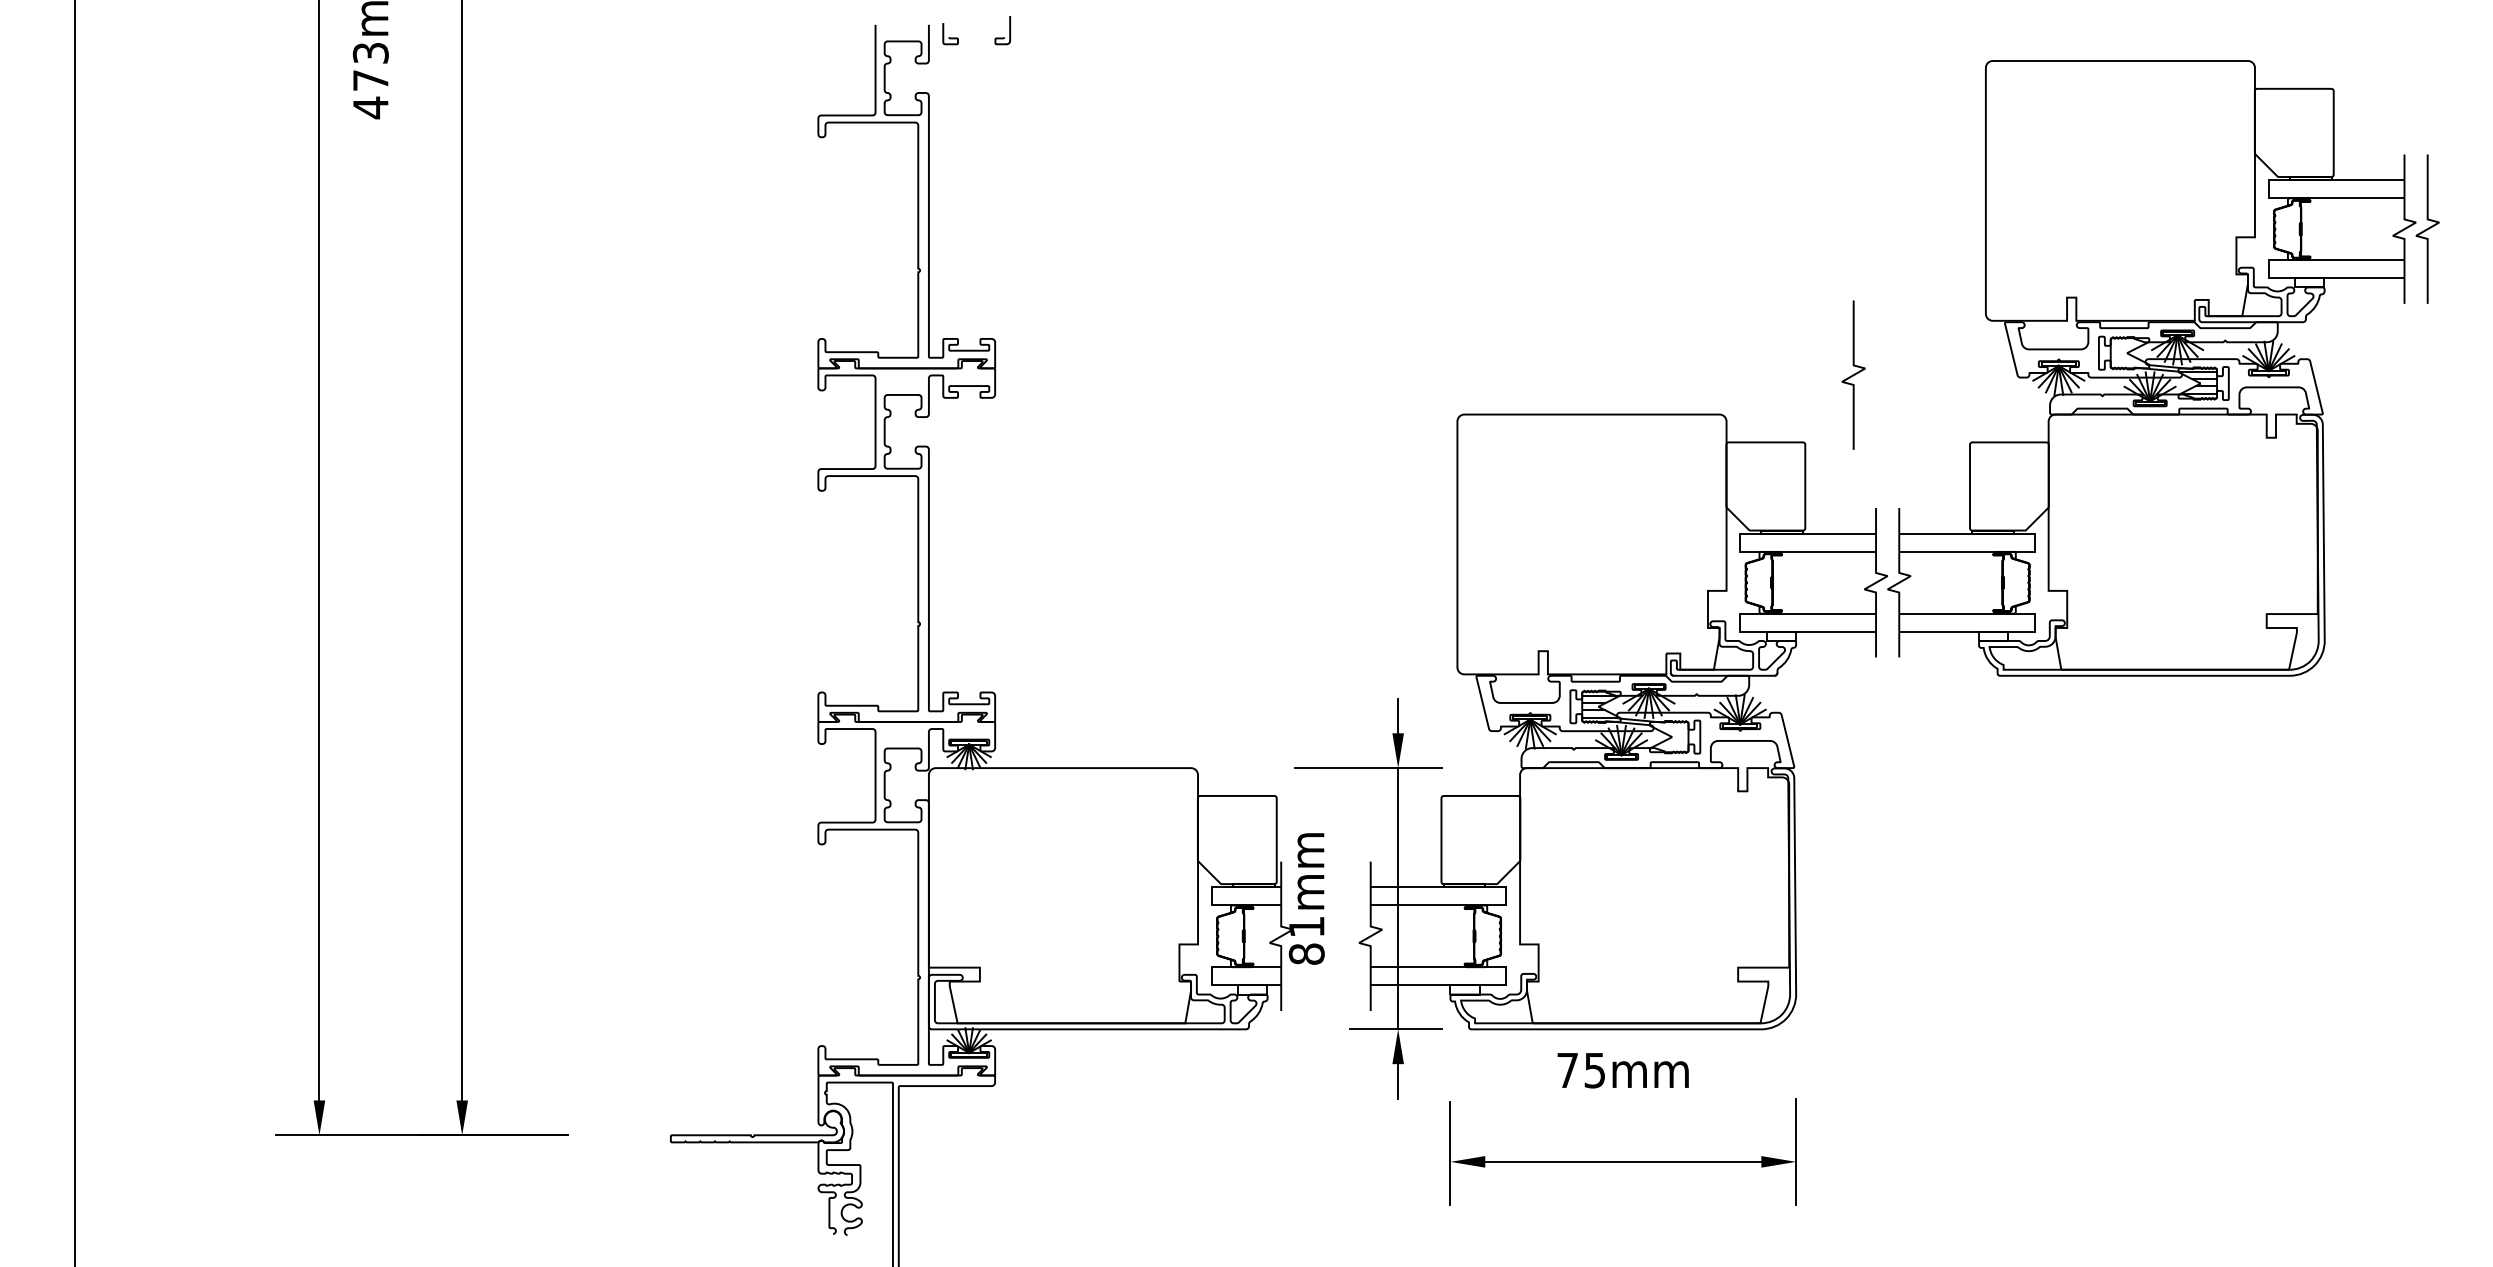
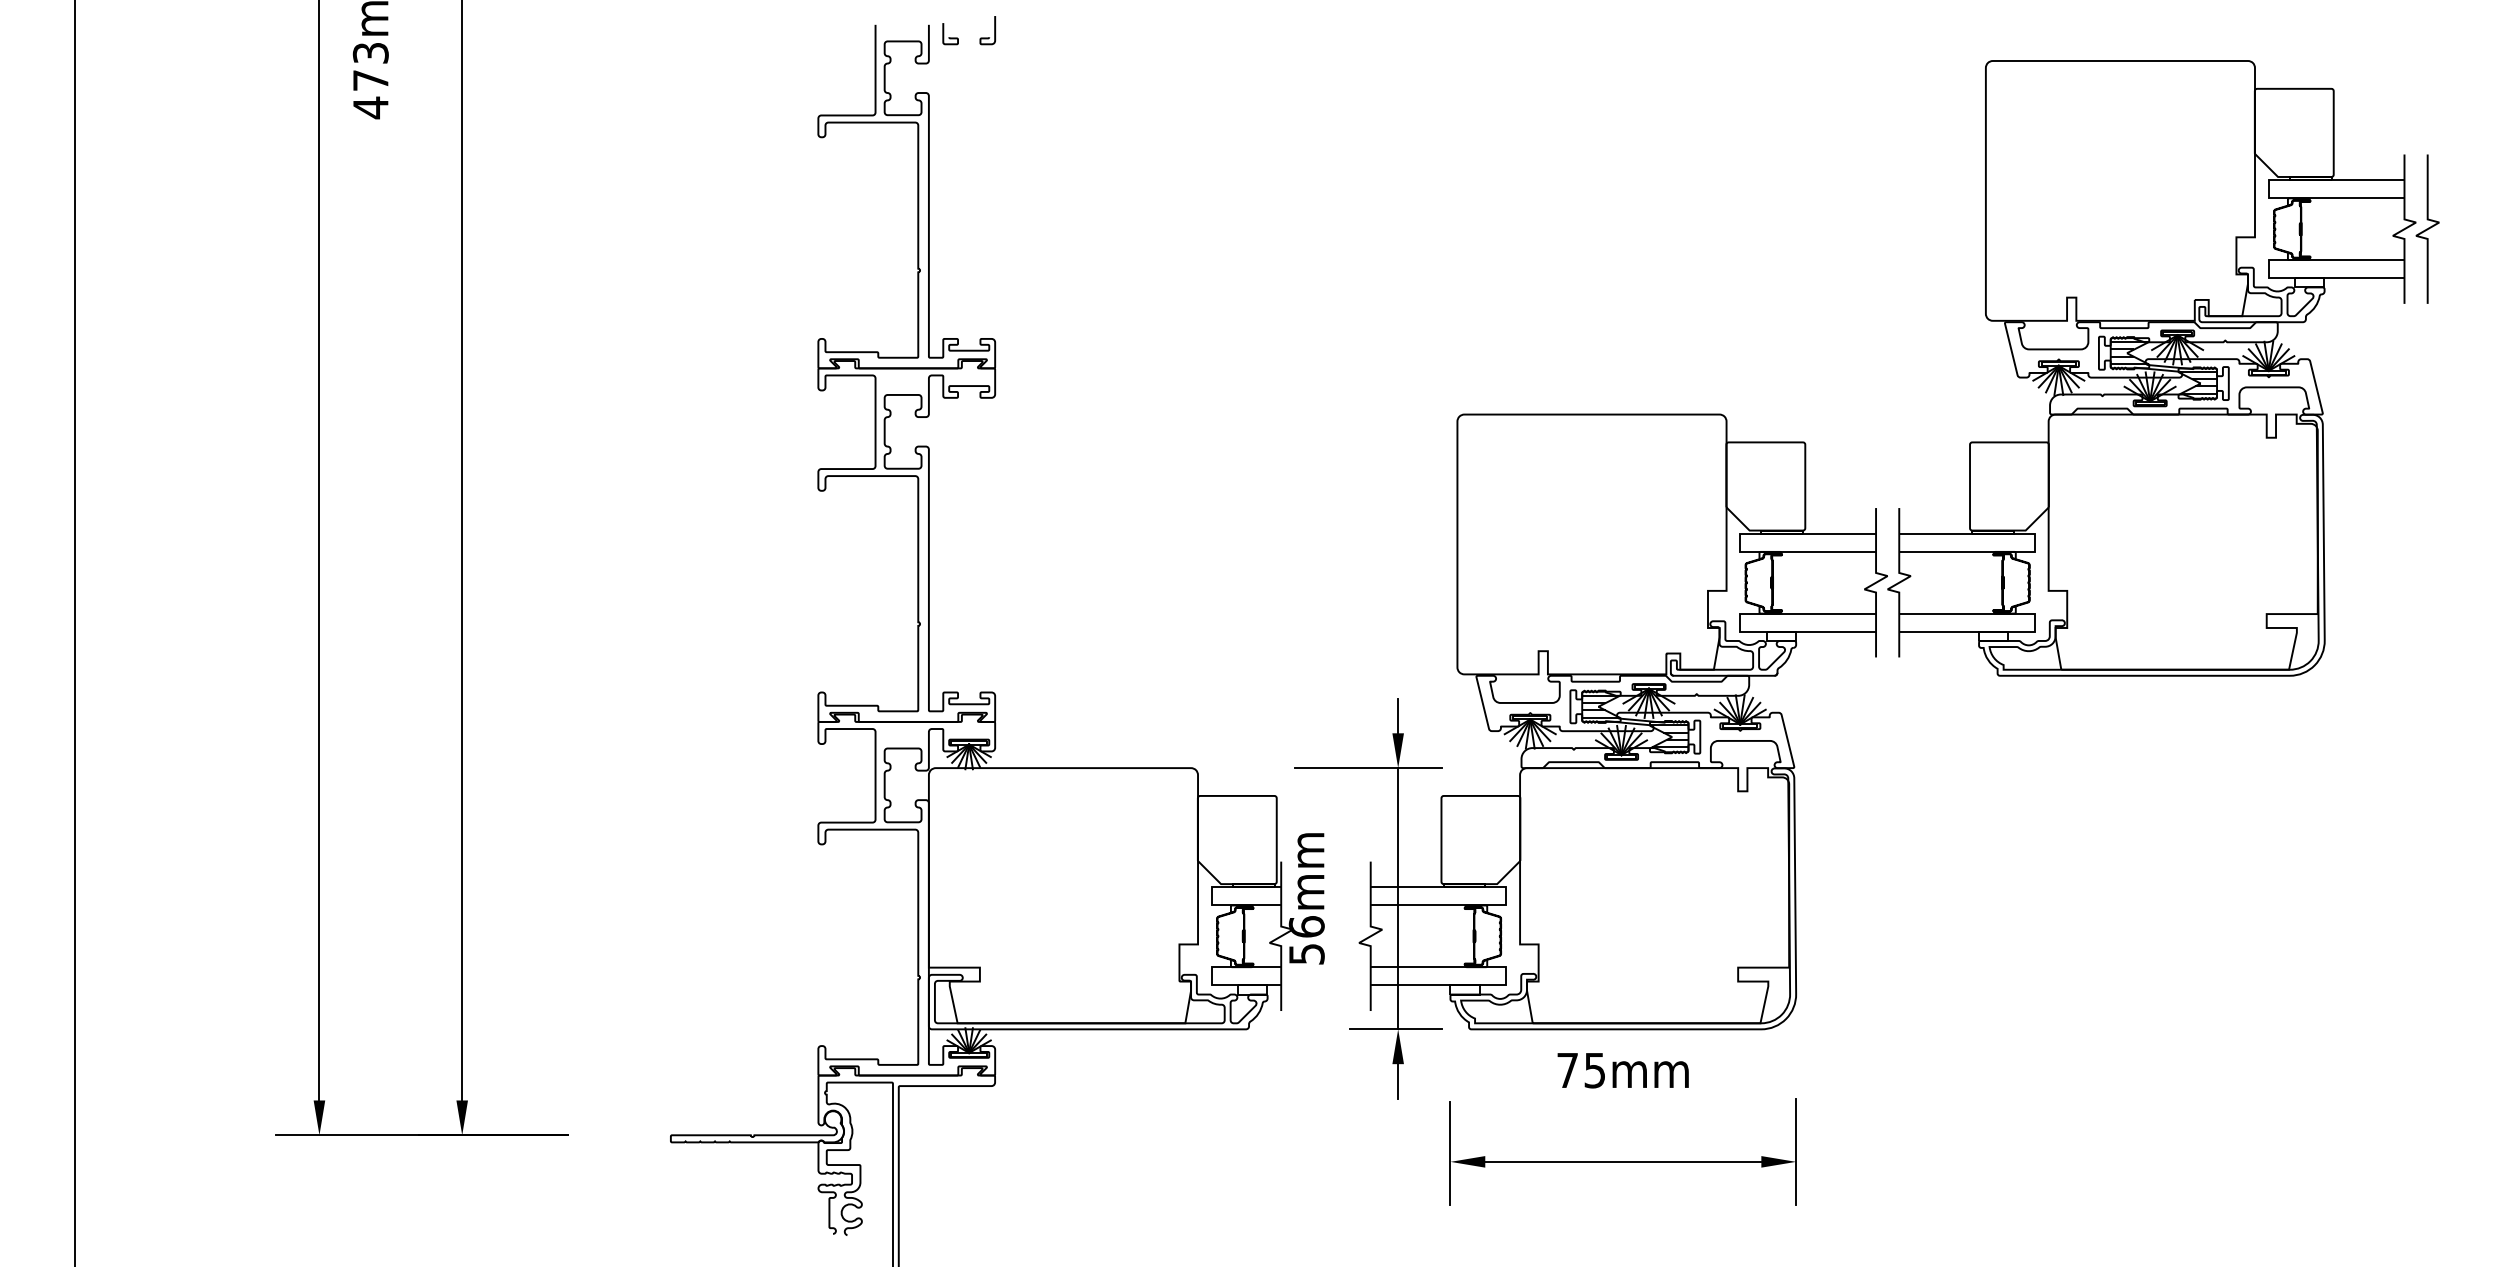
curve at (1009, 30) position: (1009, 30) -> (994, 30)
hatch at (2129, 353): none -> present
curve at (1853, 374): present -> none
hatch at (1668, 736): none -> present
text at (1306, 940): 81mm -> 56mm
